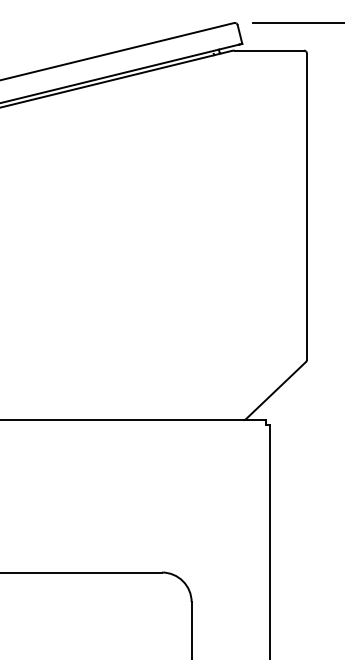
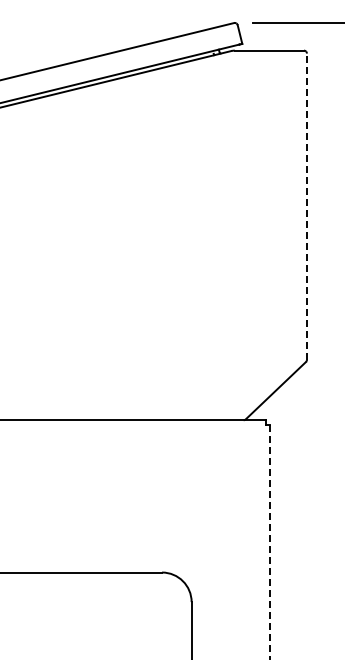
line at (306, 206): solid -> dashed
line at (270, 542): solid -> dashed
